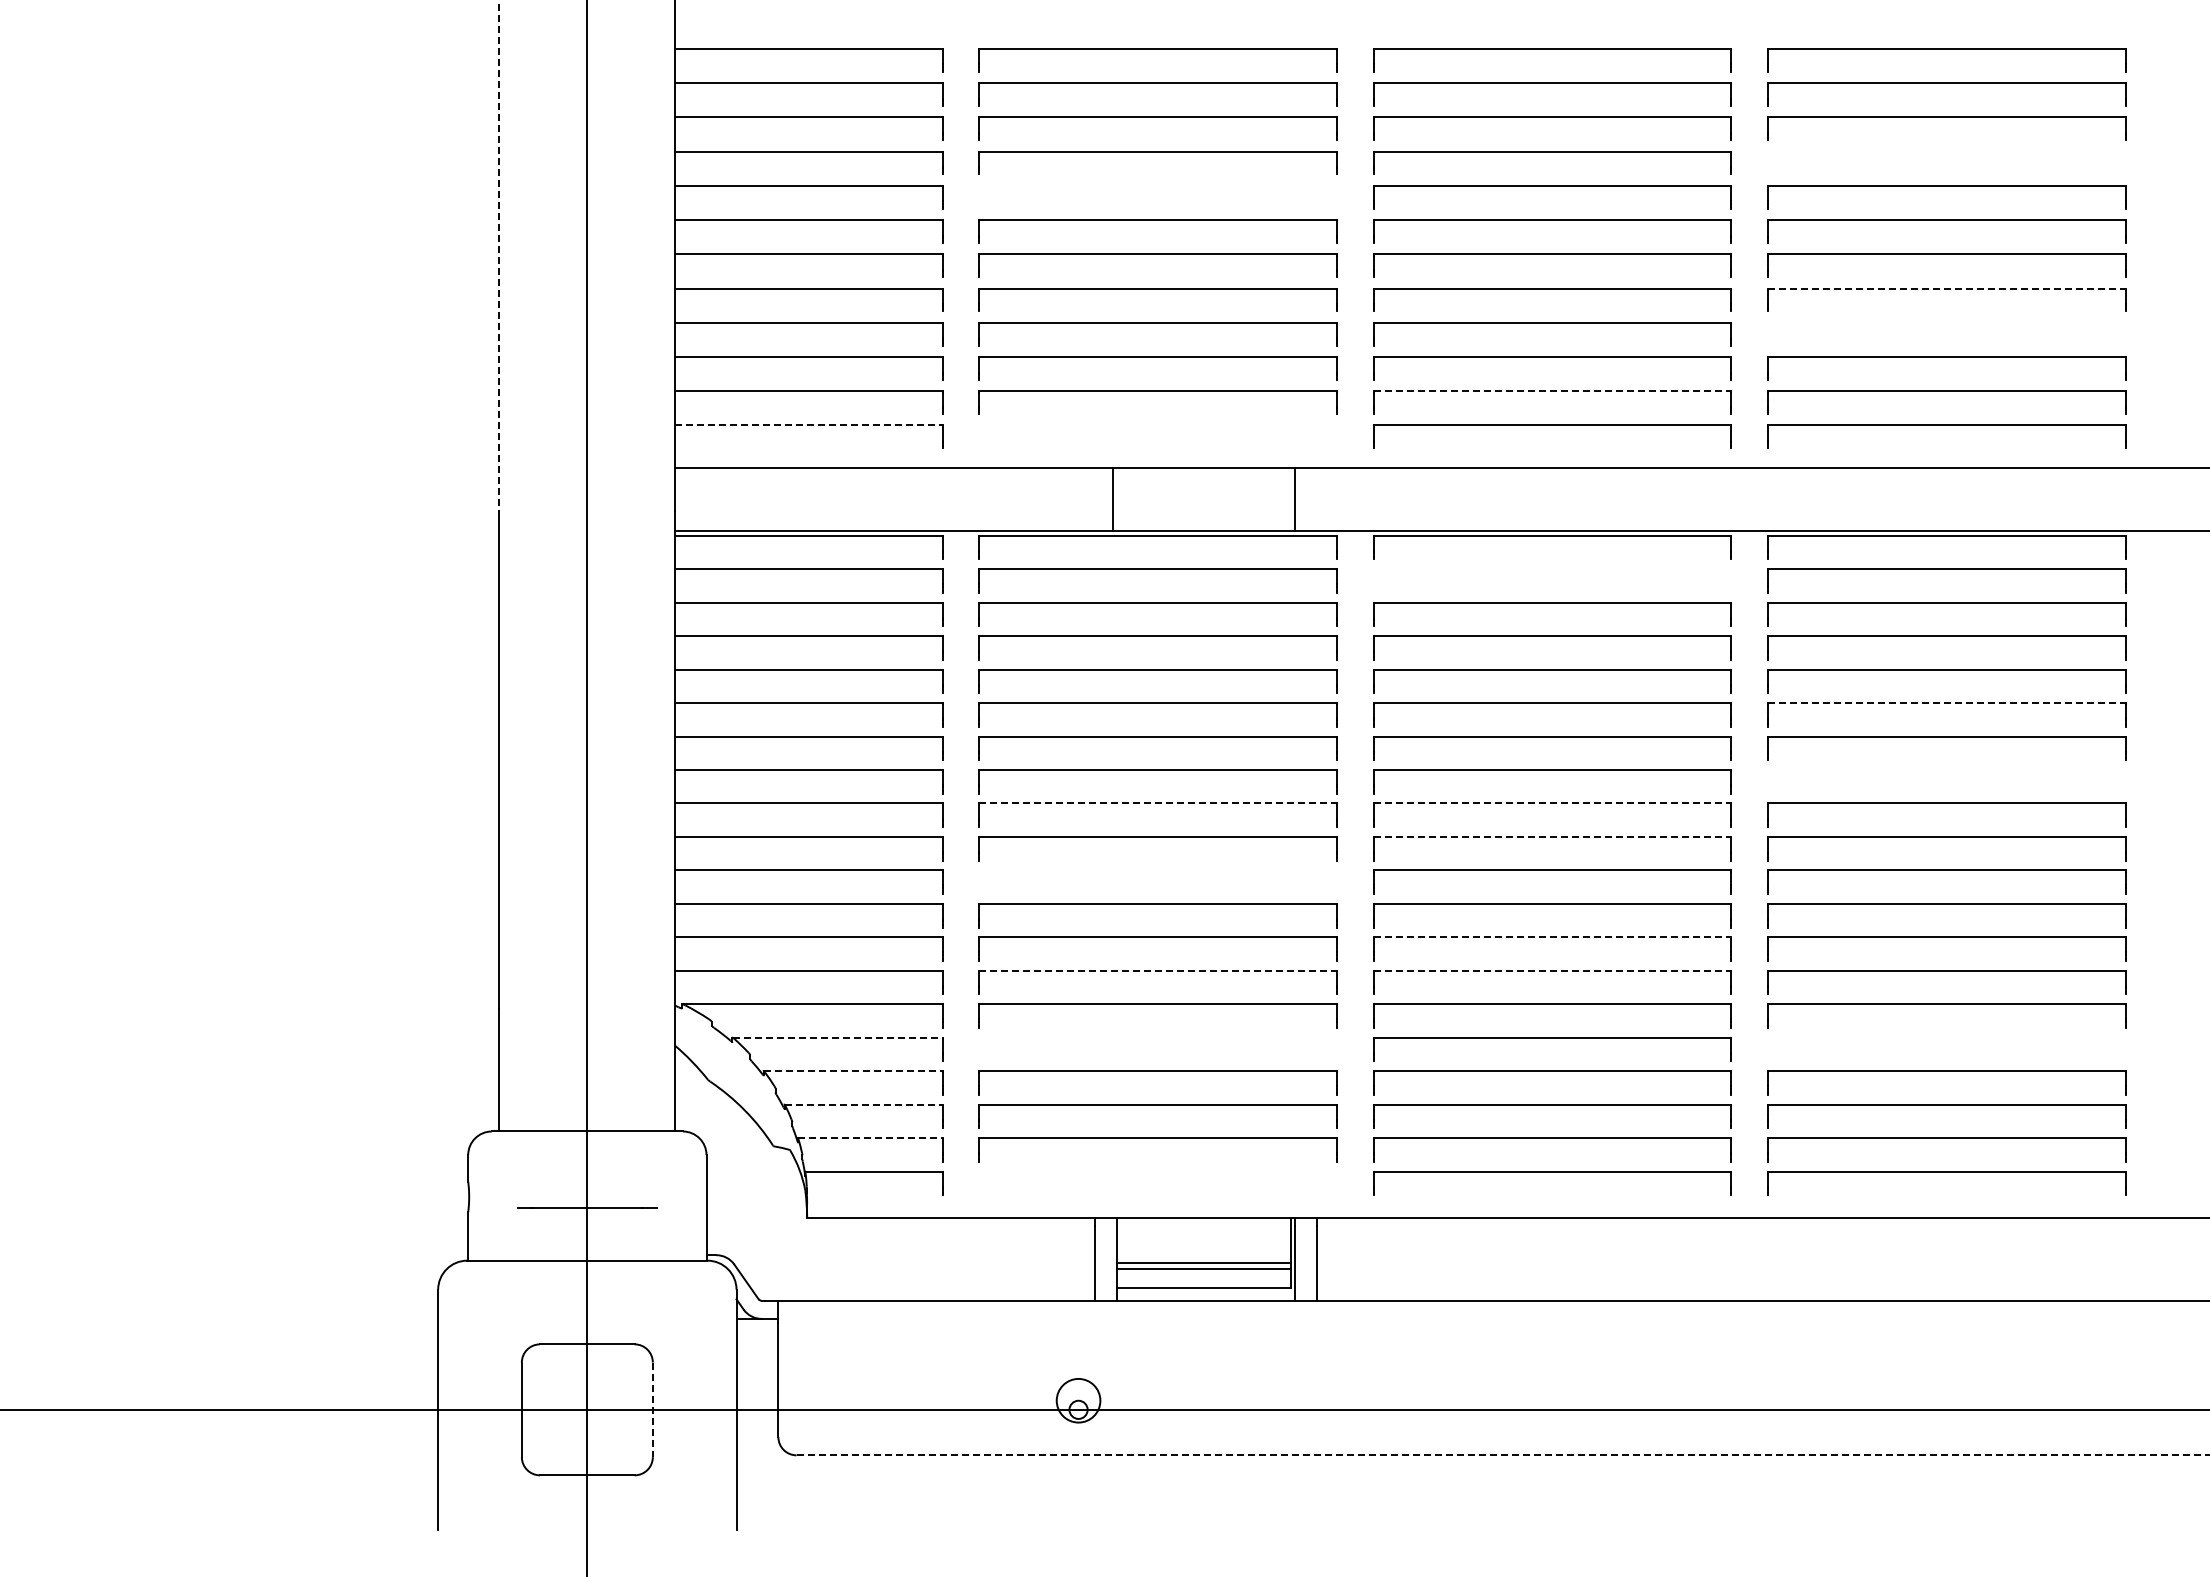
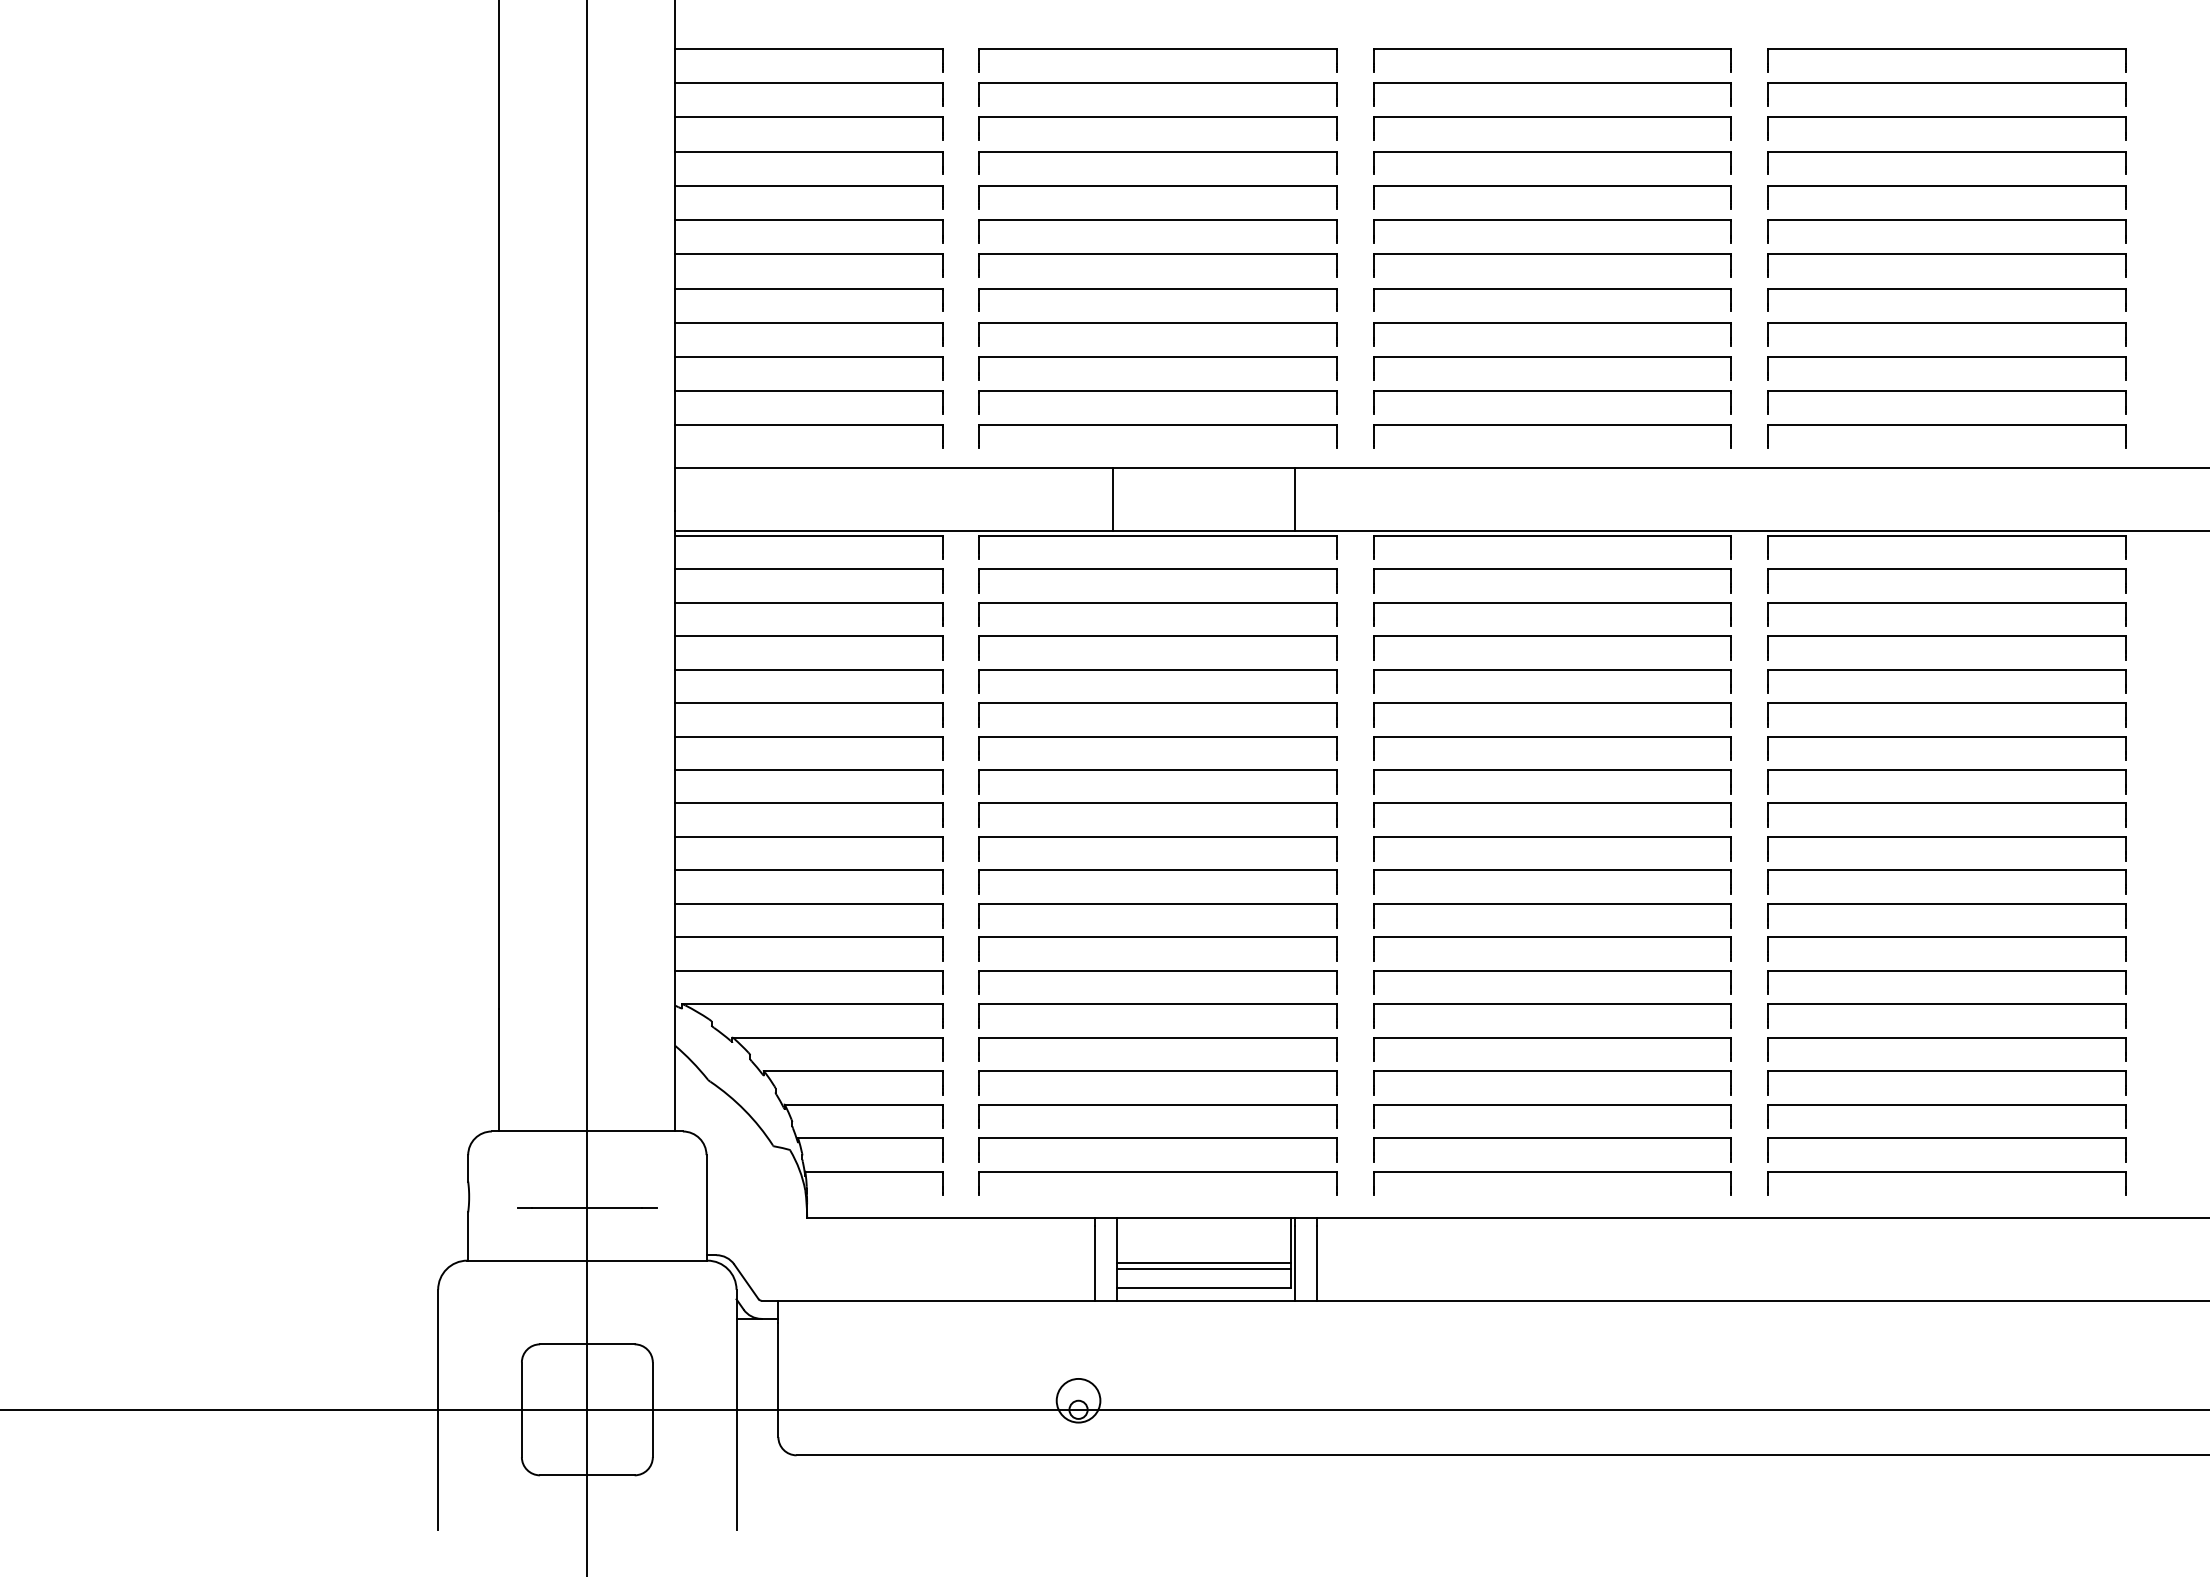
part at (1946, 152): none -> present
part at (1157, 186): none -> present
line at (499, 255): dashed -> solid
line at (1946, 288): dashed -> solid
part at (1946, 323): none -> present
line at (1552, 391): dashed -> solid
line at (809, 425): dashed -> solid
part at (1157, 425): none -> present
part at (1552, 569): none -> present
line at (1946, 703): dashed -> solid
part at (1946, 770): none -> present
line at (1158, 803): dashed -> solid
line at (1552, 803): dashed -> solid
line at (1552, 836): dashed -> solid
part at (1157, 870): none -> present
line at (1552, 937): dashed -> solid
line at (1158, 970): dashed -> solid
line at (1552, 970): dashed -> solid
line at (838, 1037): dashed -> solid
part at (1157, 1038): none -> present
part at (1946, 1038): none -> present
line at (853, 1071): dashed -> solid
line at (864, 1104): dashed -> solid
line at (870, 1138): dashed -> solid
part at (1157, 1172): none -> present
line at (652, 1410): dashed -> solid
line at (1503, 1455): dashed -> solid
